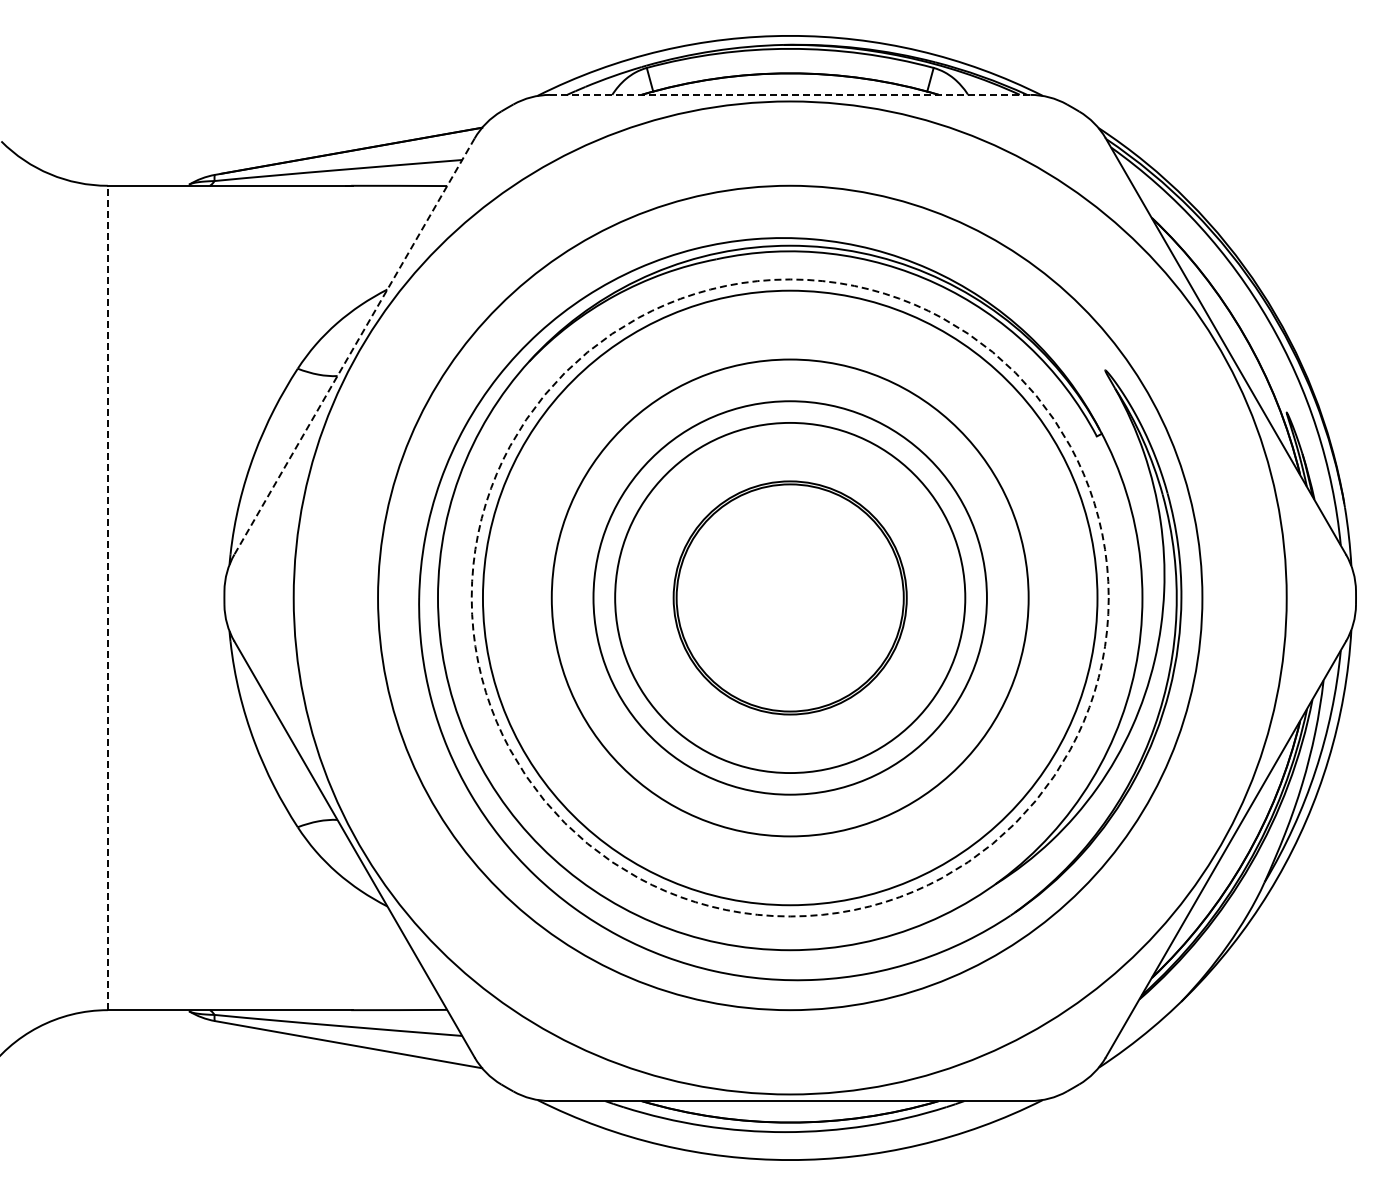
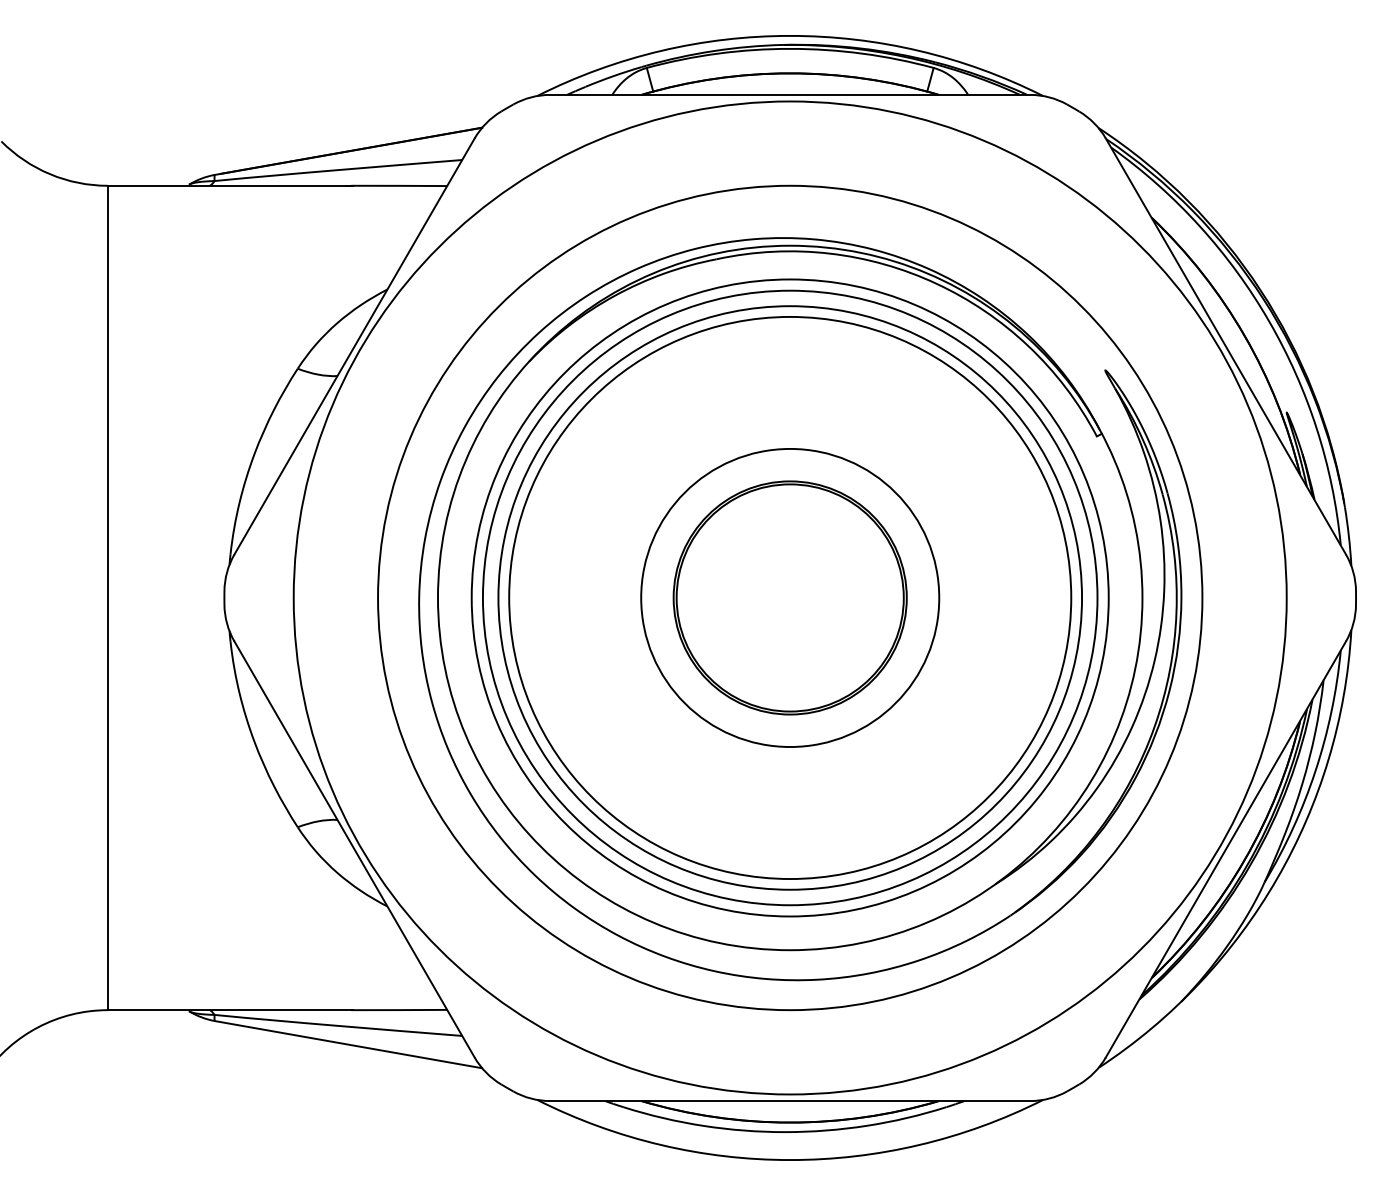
line at (789, 94): dashed -> solid
line at (354, 346): dashed -> solid
line at (107, 597): dashed -> solid
circle at (789, 597) diameter: 393 px -> 562 px
circle at (789, 597) diameter: 477 px -> 298 px
circle at (789, 597): dashed -> solid
circle at (790, 597) diameter: 350 px -> 584 px
